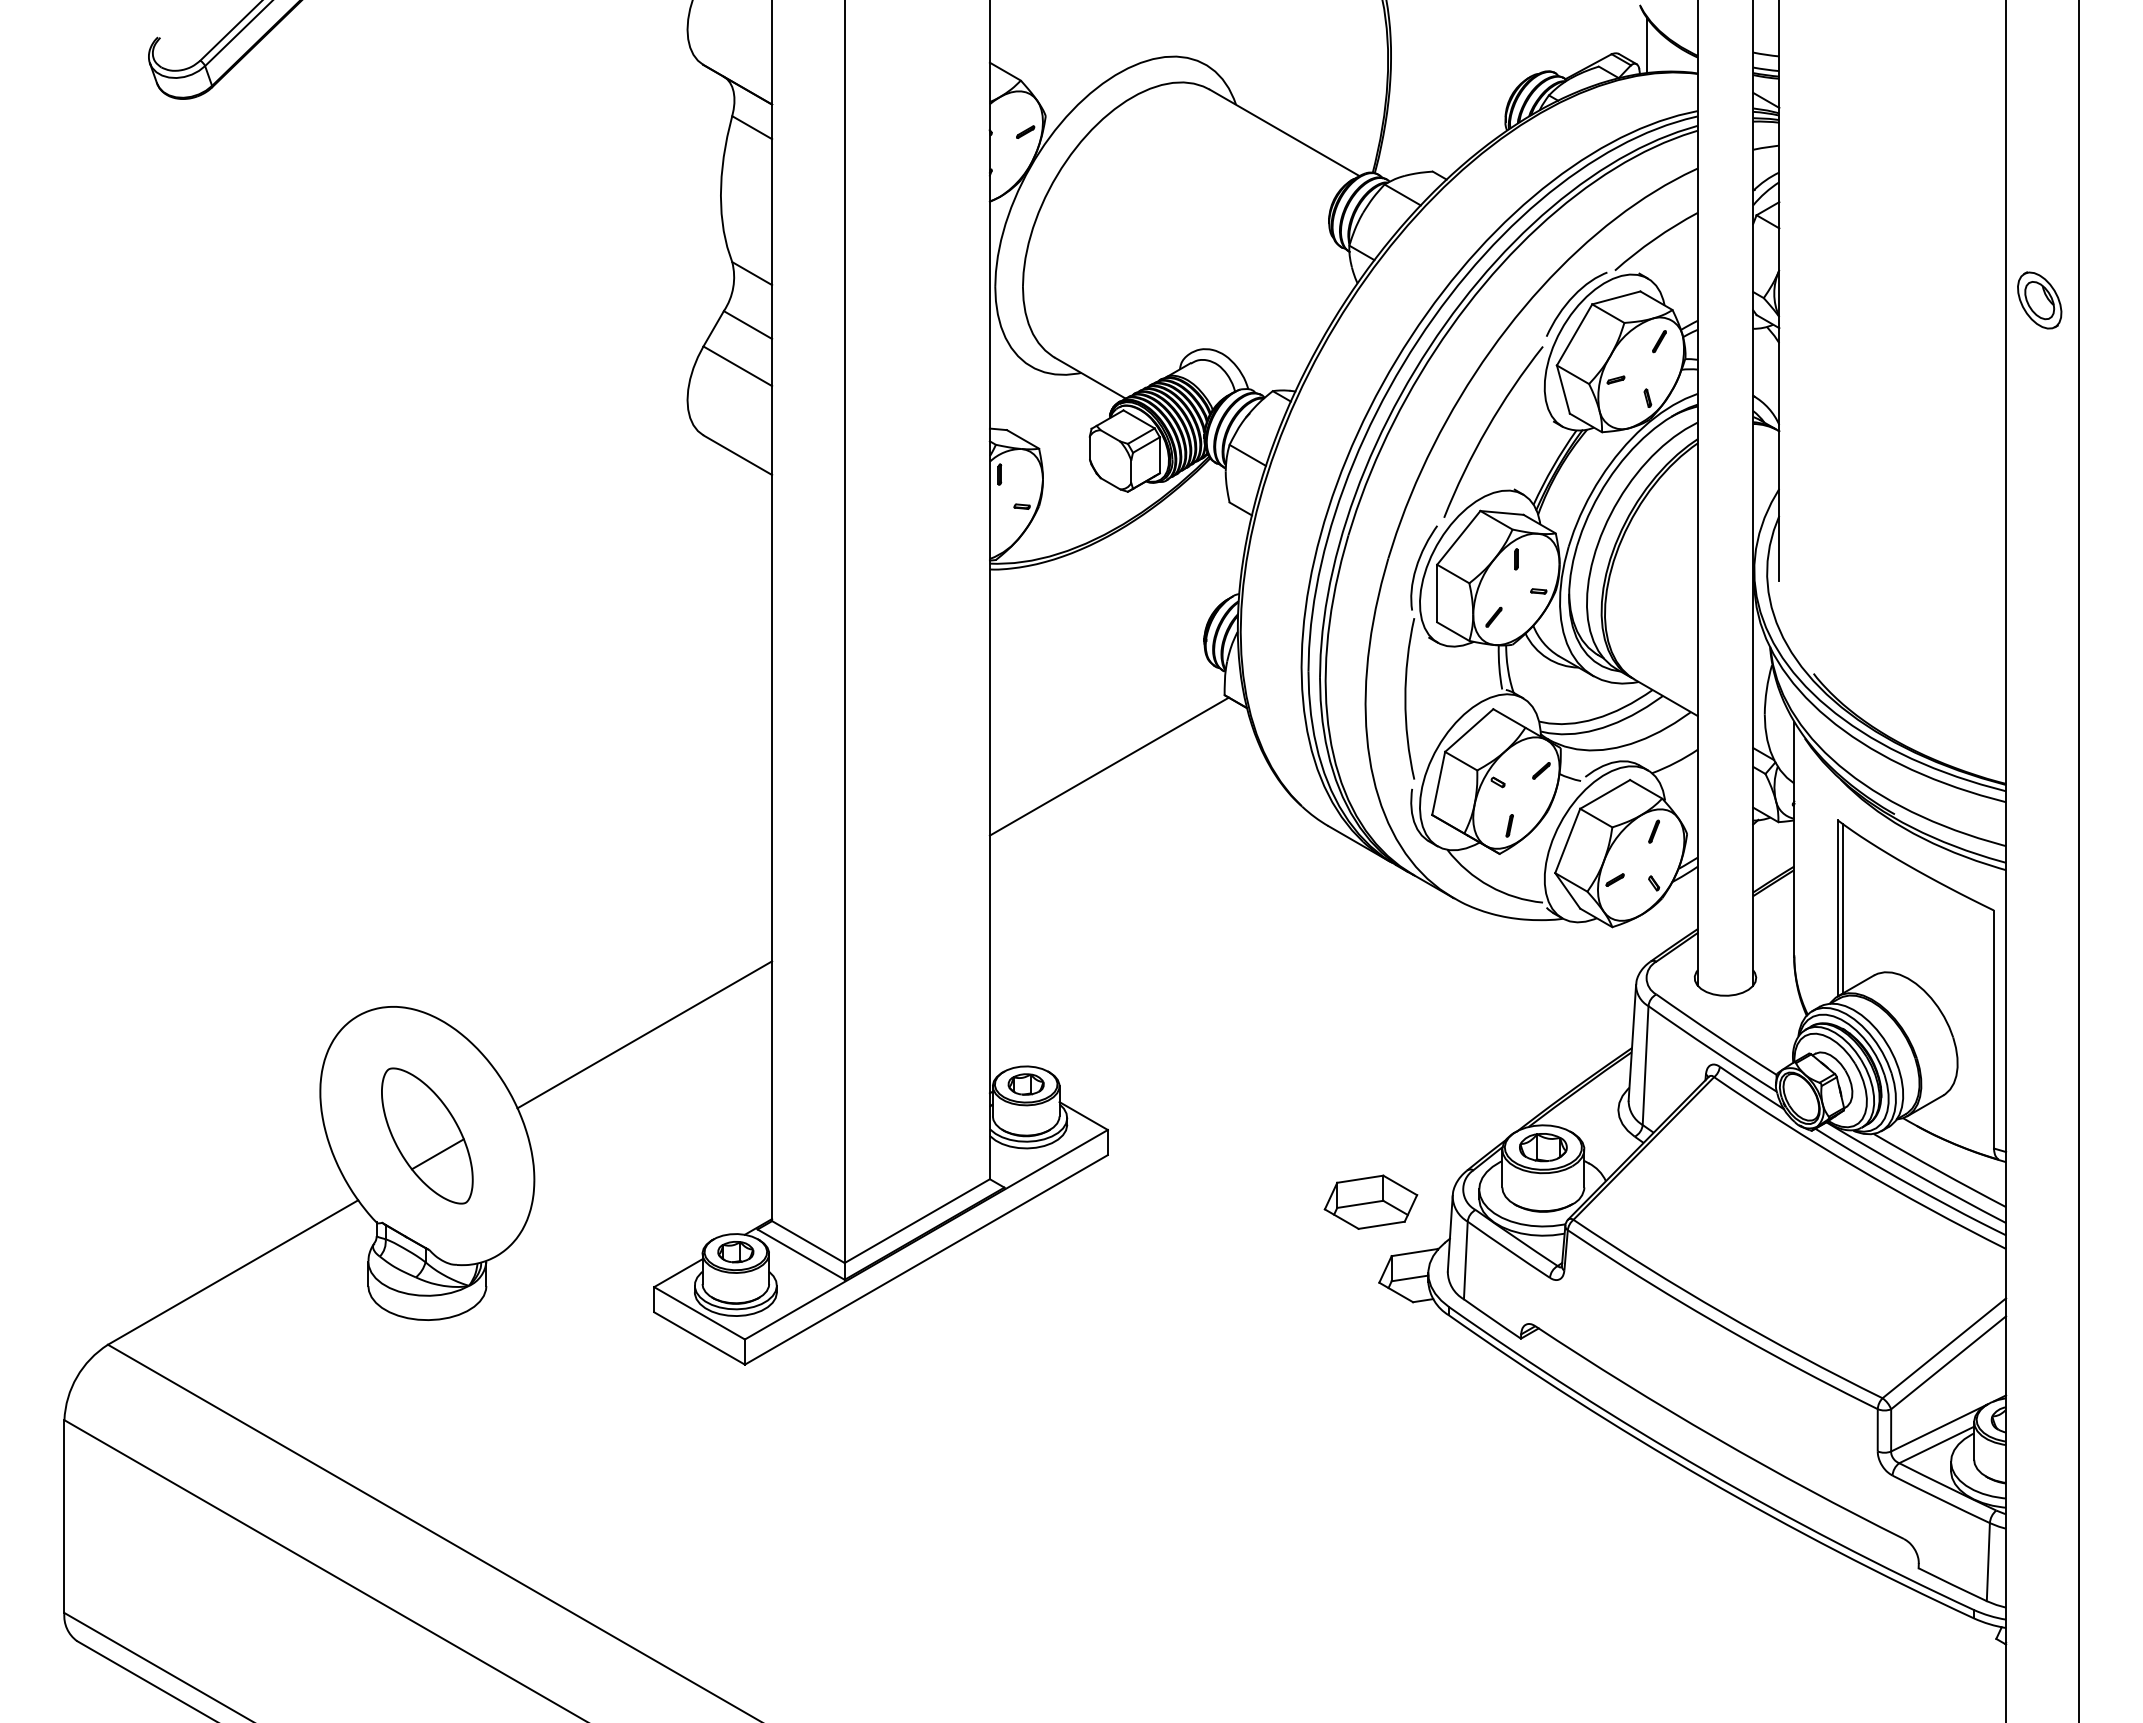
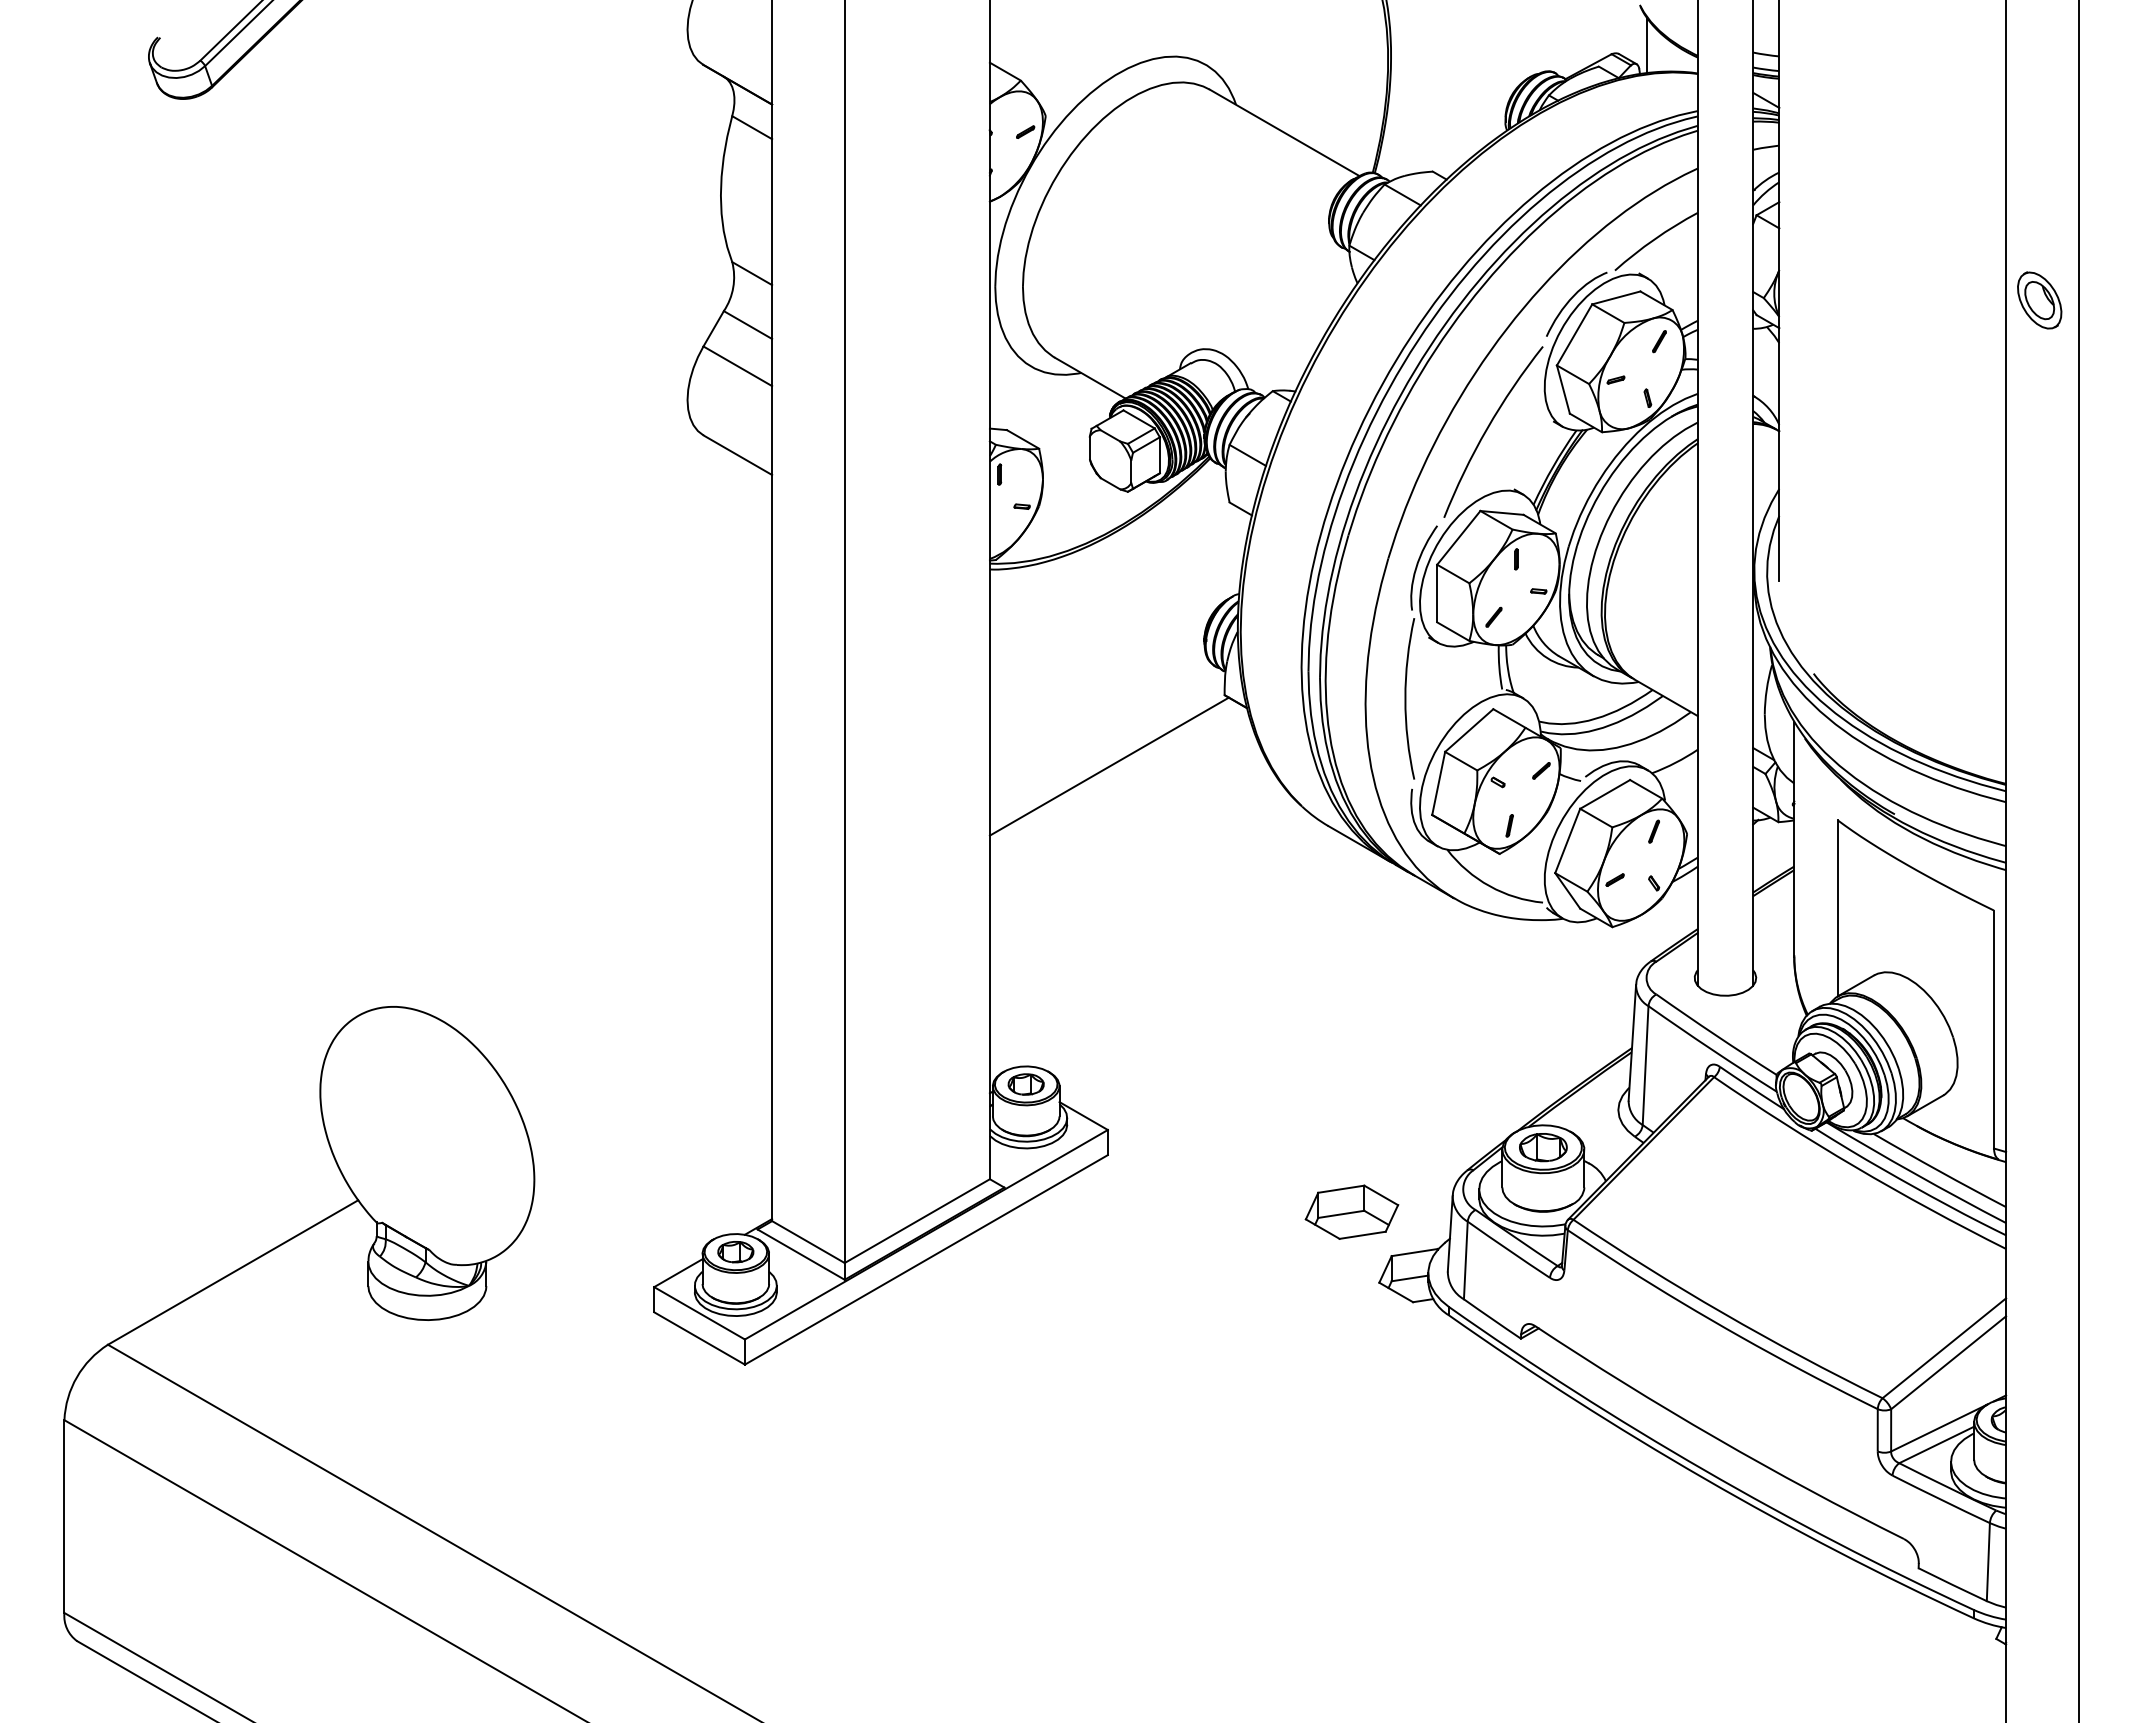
line at (1842, 908): present -> none
line at (644, 1034): present -> none
part at (427, 1135): present -> none
part at (1370, 1201) position: (1370, 1201) -> (1351, 1211)
